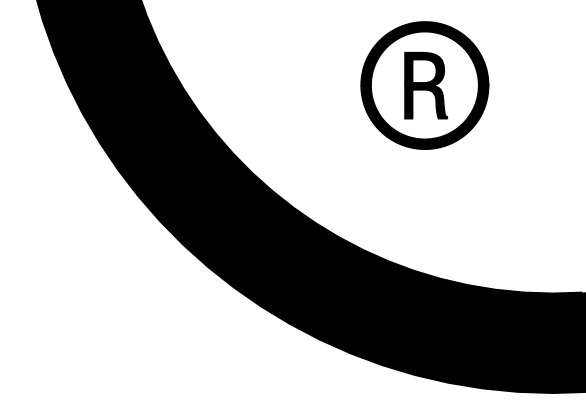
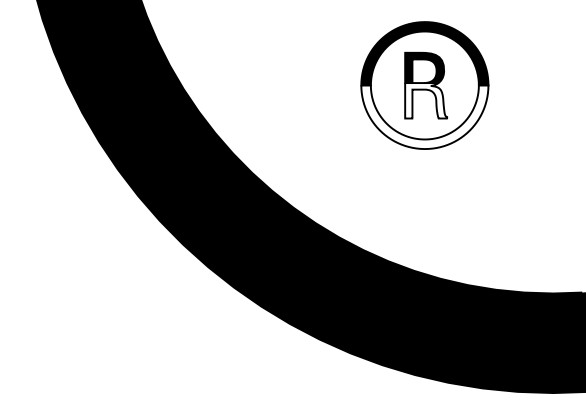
fill at (426, 100): present -> none
fill at (424, 117): present -> none
